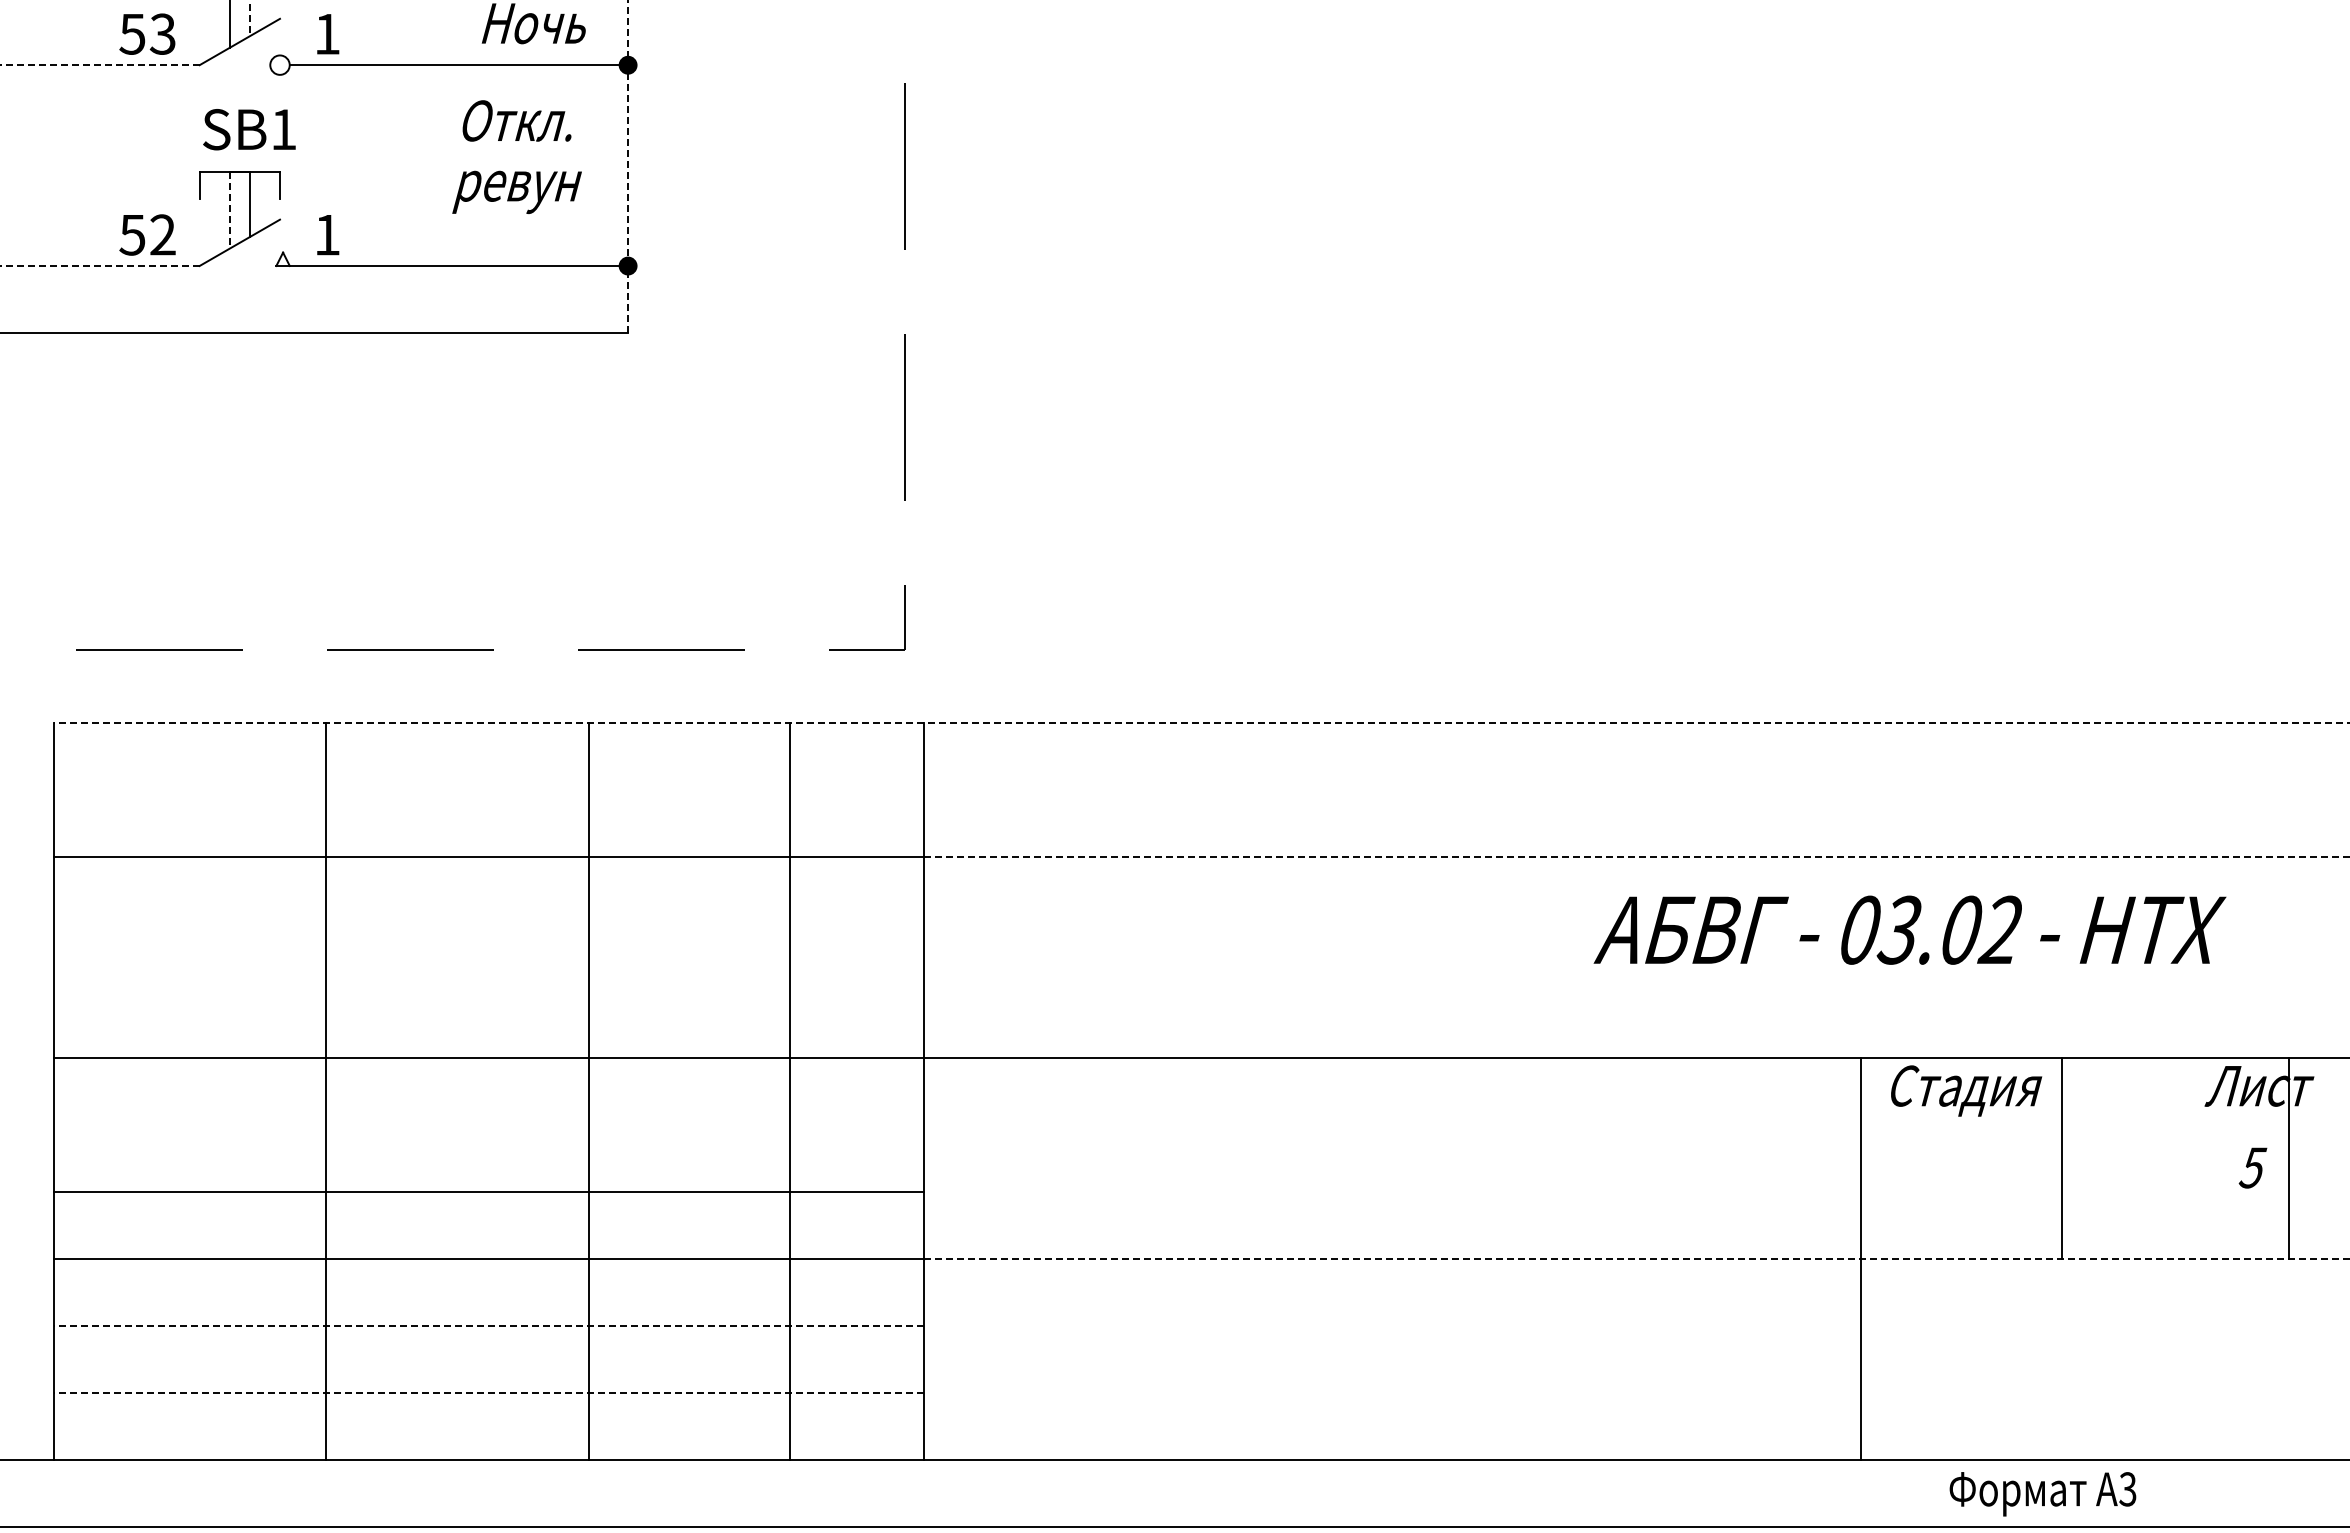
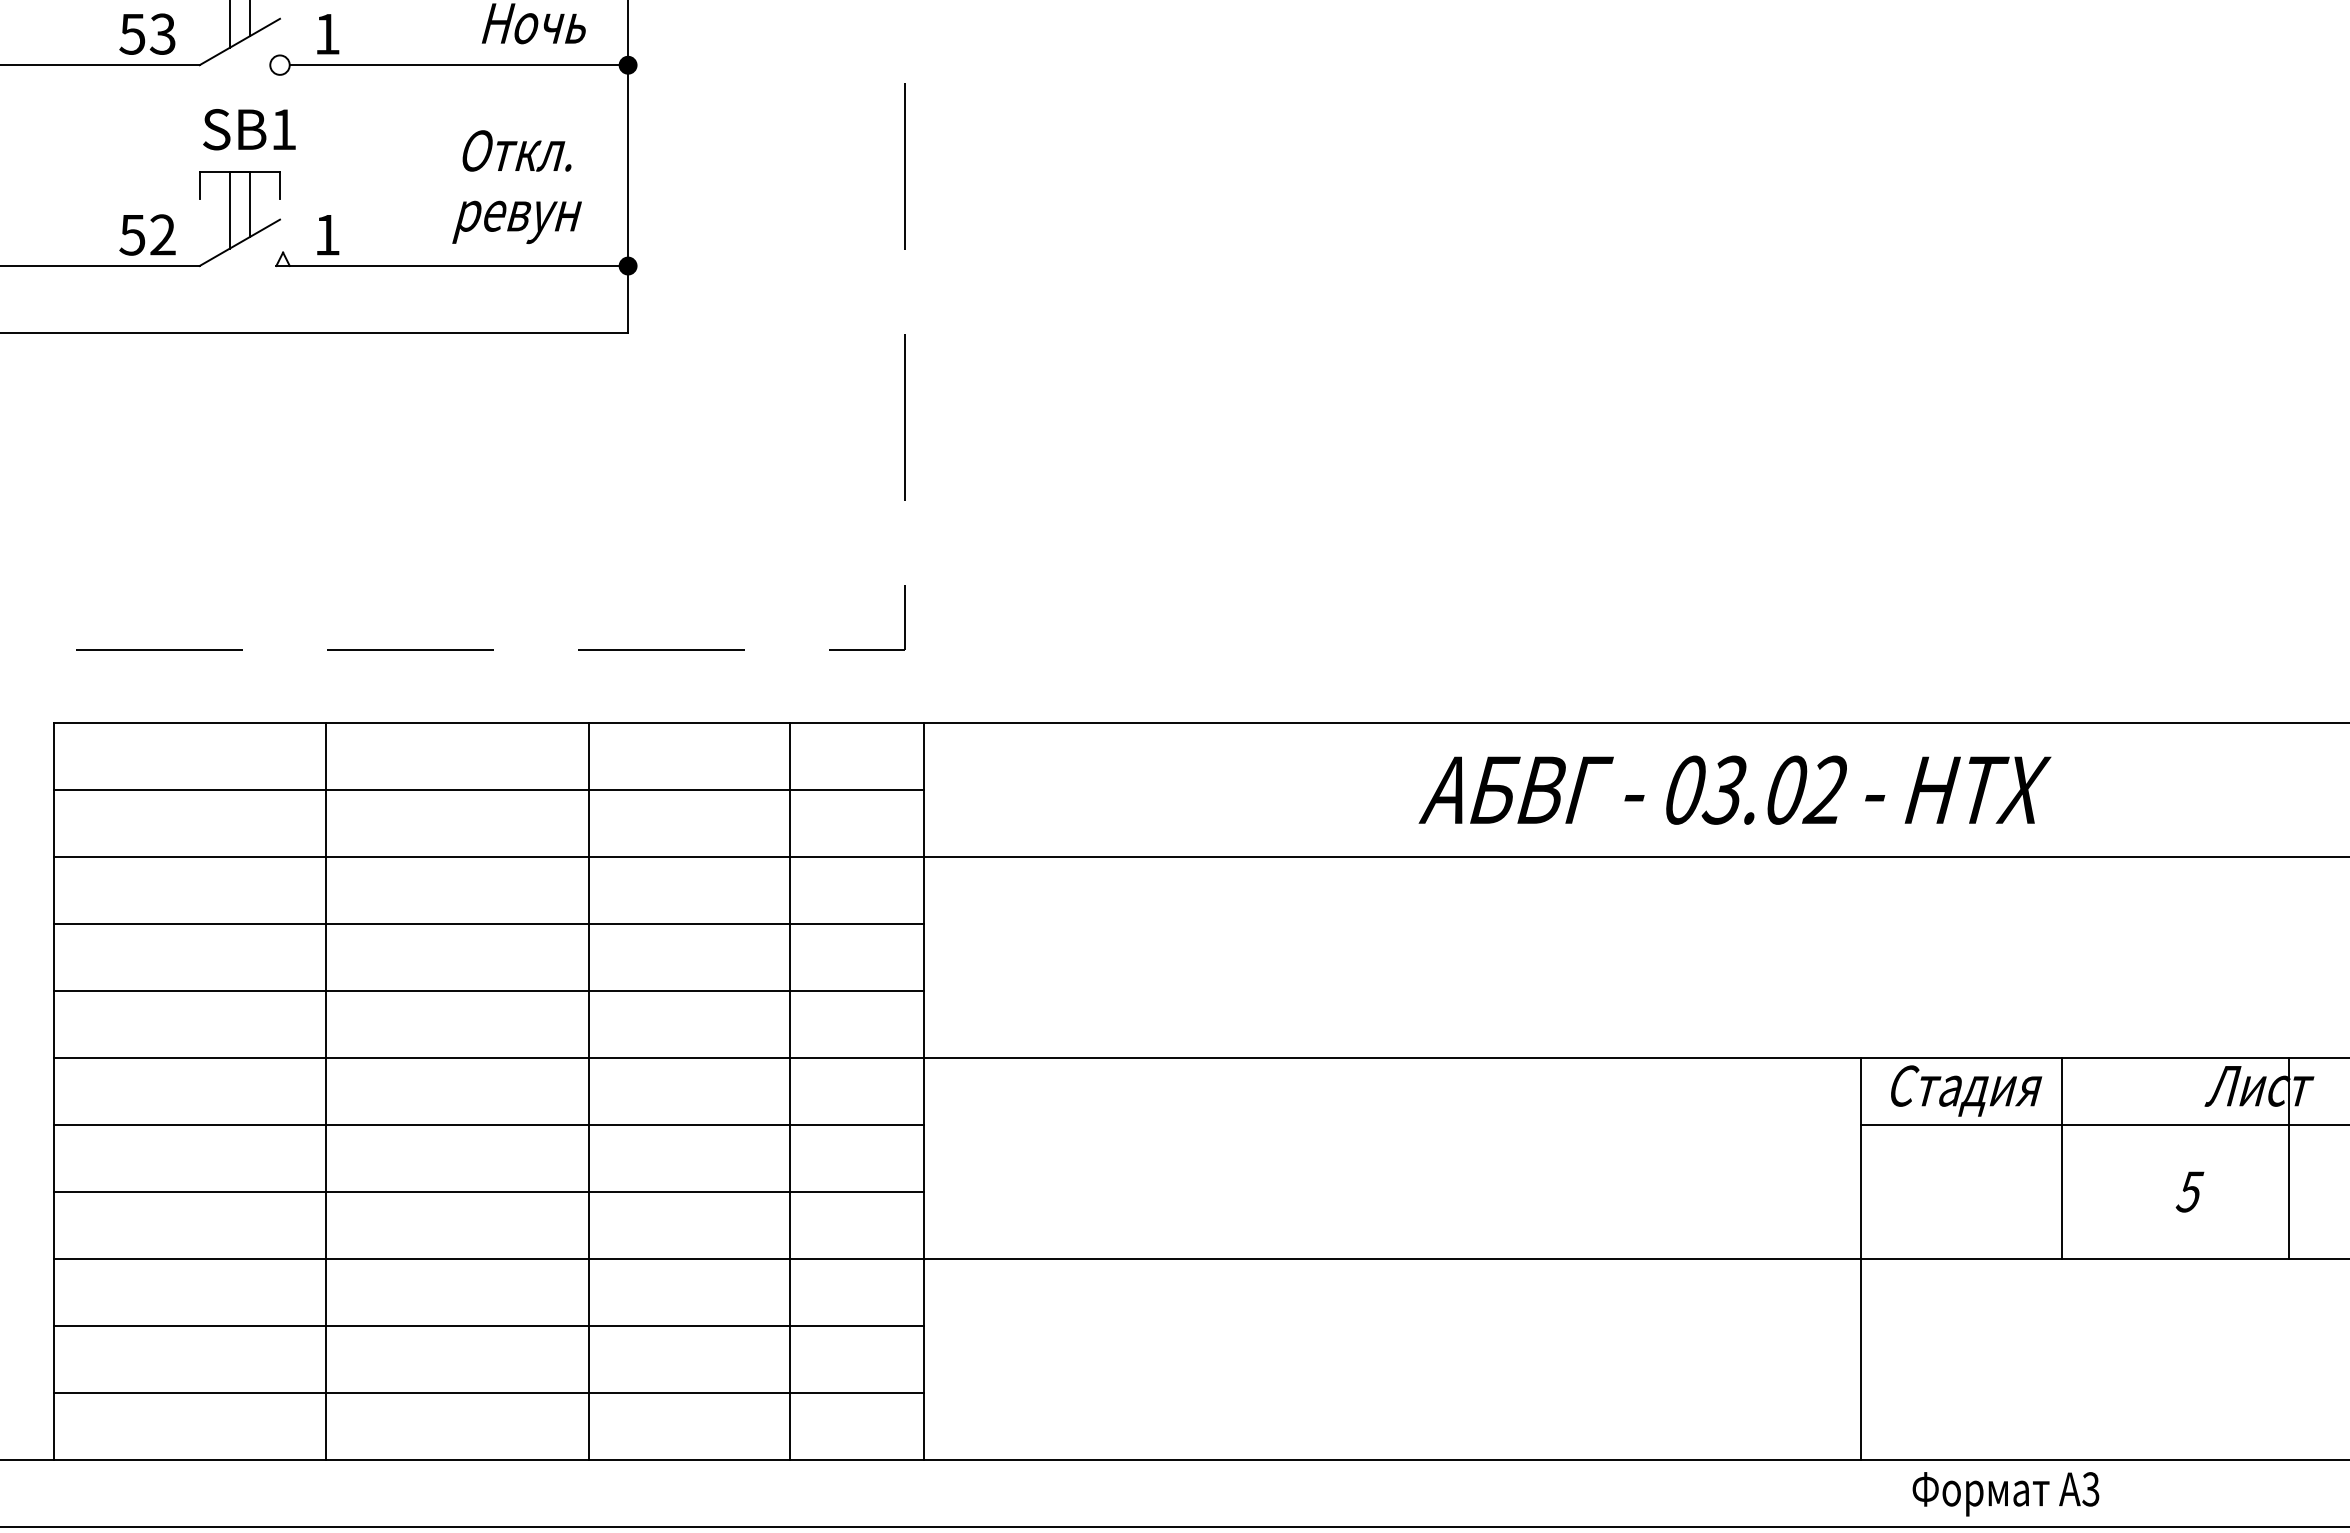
line at (249, 18): dashed -> solid
line at (99, 65): dashed -> solid
text at (516, 156) position: (516, 156) -> (516, 186)
line at (628, 166): dashed -> solid
line at (229, 211): dashed -> solid
line at (99, 265): dashed -> solid
line at (1201, 723): dashed -> solid
line at (488, 790): none -> present
line at (1636, 857): dashed -> solid
line at (488, 924): none -> present
text at (1909, 929) position: (1909, 929) -> (1734, 789)
line at (488, 991): none -> present
line at (488, 1124): none -> present
line at (2103, 1124): none -> present
text at (2252, 1167) position: (2252, 1167) -> (2189, 1191)
line at (1636, 1258): dashed -> solid
line at (488, 1325): dashed -> solid
line at (488, 1392): dashed -> solid
text at (2042, 1494) position: (2042, 1494) -> (2005, 1494)
